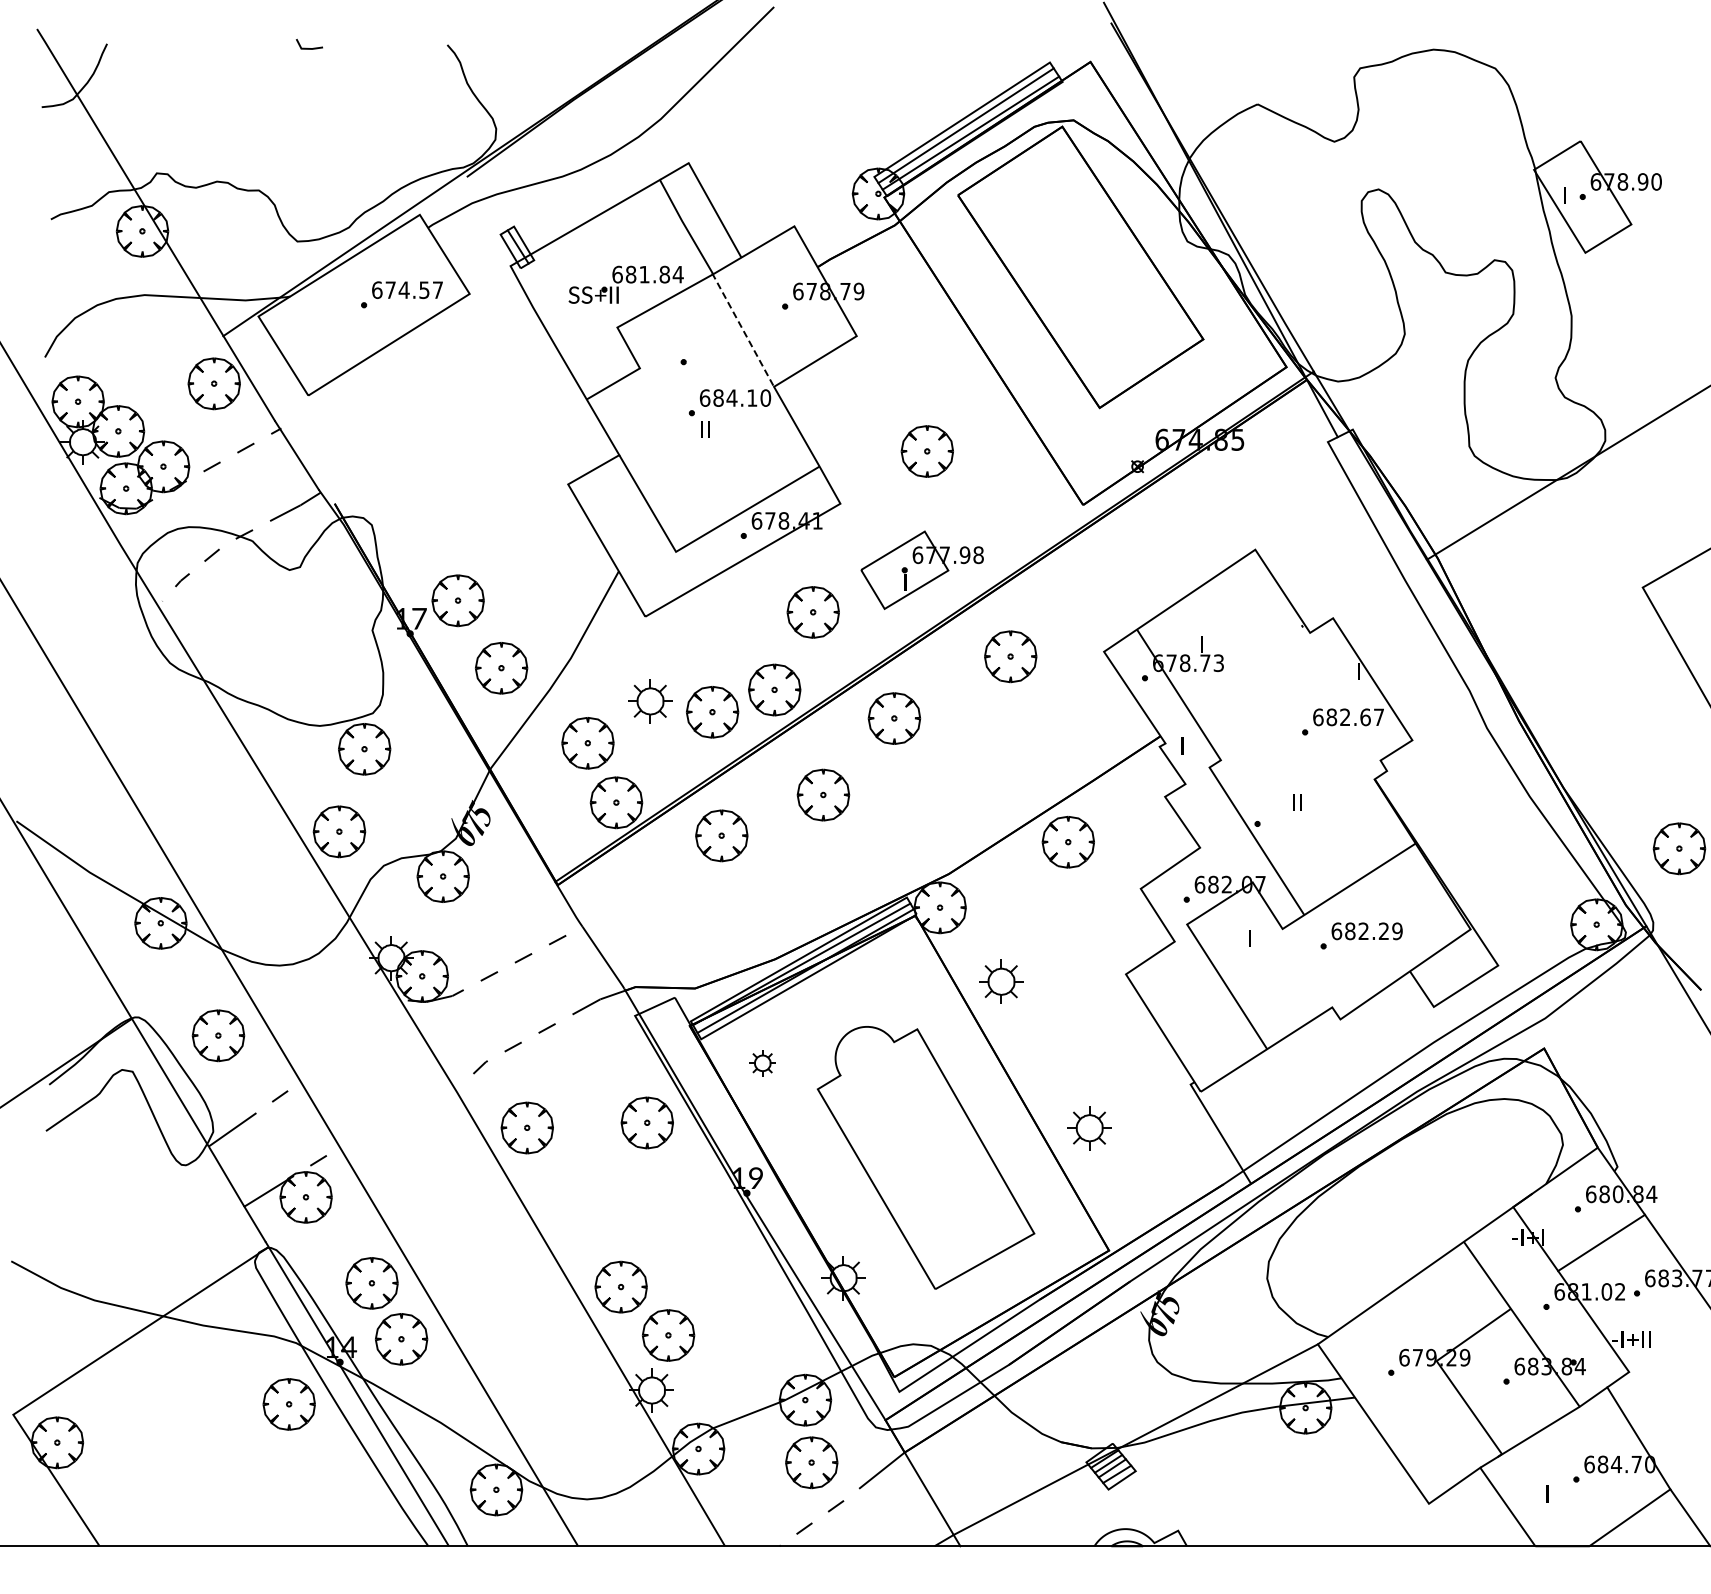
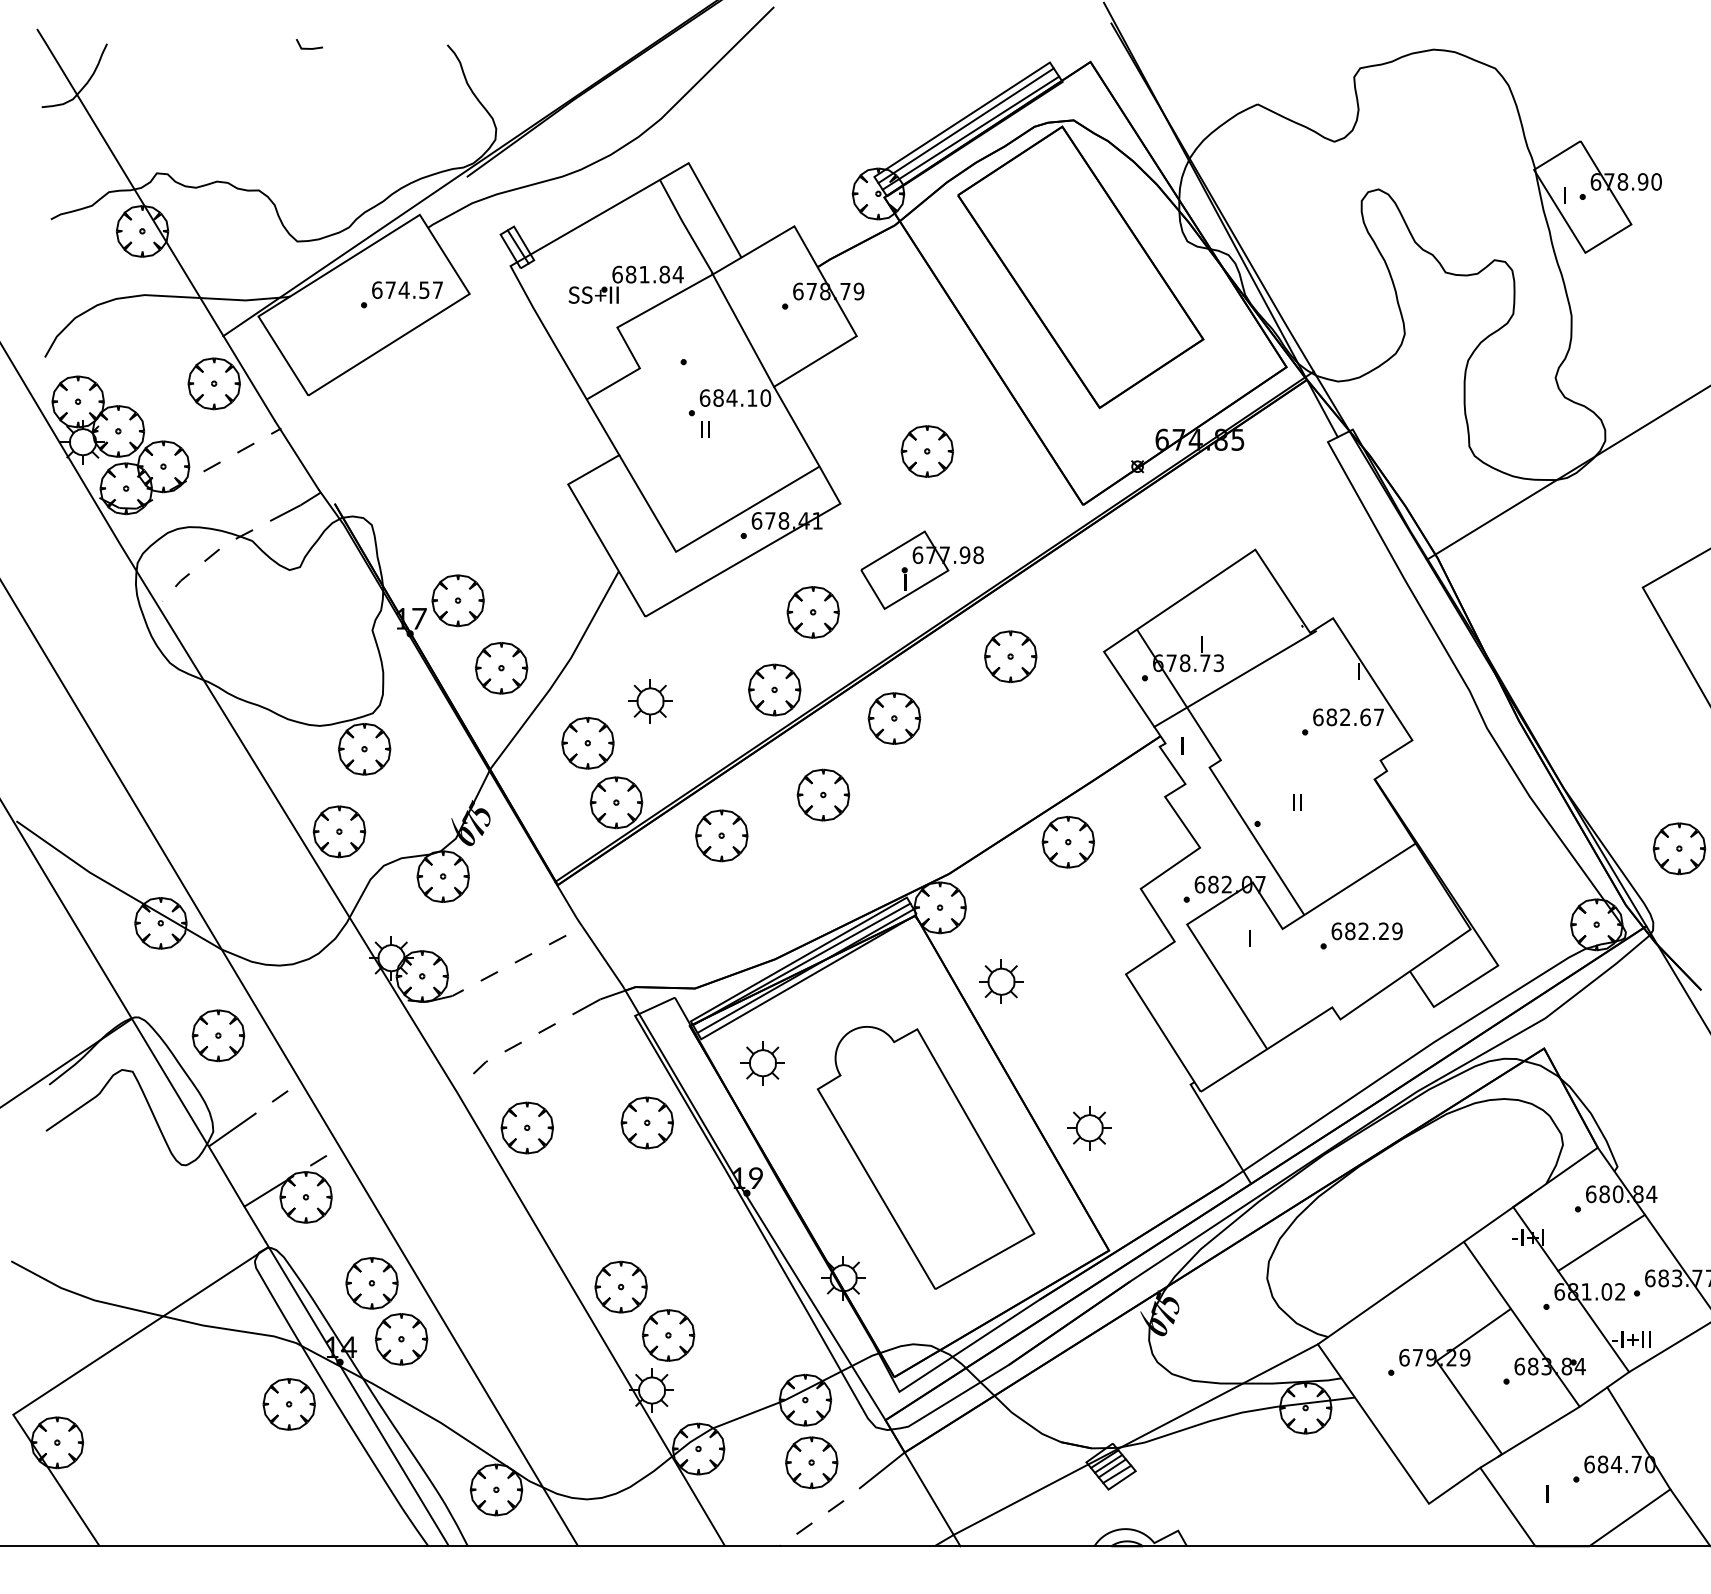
line at (743, 330): dashed -> solid
line at (1234, 678): none -> present
part at (712, 712): present -> none
part at (762, 1063) size: 27x27 px -> 45x45 px
line at (1668, 1348): none -> present
